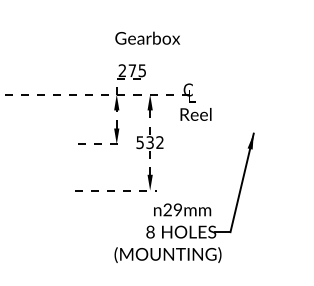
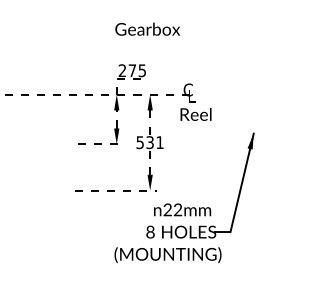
text at (147, 37) position: (147, 37) -> (147, 28)
text at (159, 142): 532 -> 531
text at (177, 210): 29mm -> 22mm
